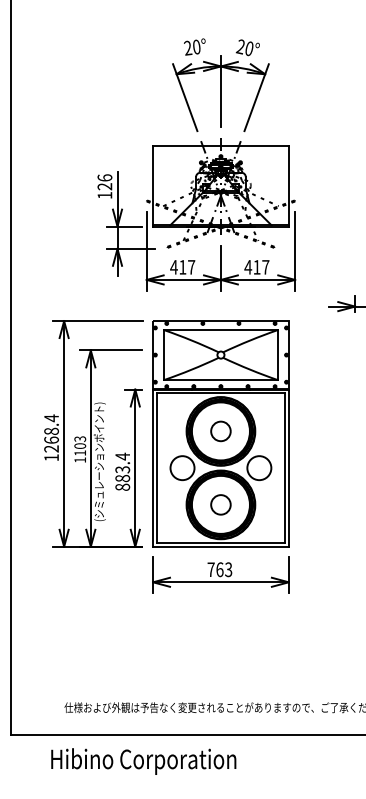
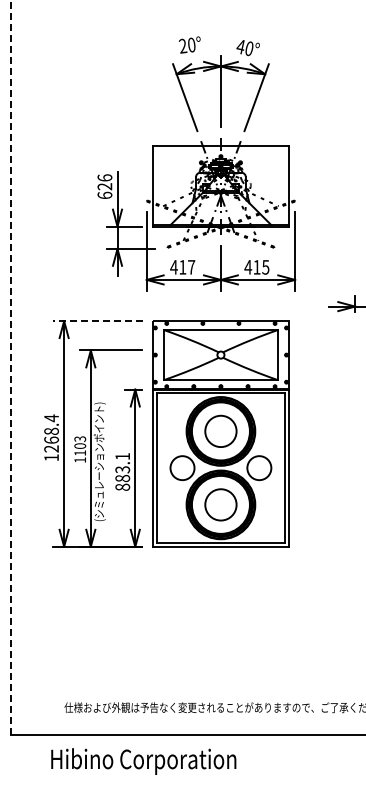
text at (194, 46) position: (194, 46) -> (189, 44)
text at (239, 46): 20° -> 40°
text at (104, 194): 126 -> 626
text at (265, 267): 417 -> 415
line at (98, 321): solid -> dashed
line at (10, 367): solid -> dashed
circle at (220, 431) diameter: 20 px -> 31 px
text at (122, 456): 883.4 -> 883.1
circle at (220, 504) diameter: 20 px -> 31 px
part at (220, 574): present -> none
